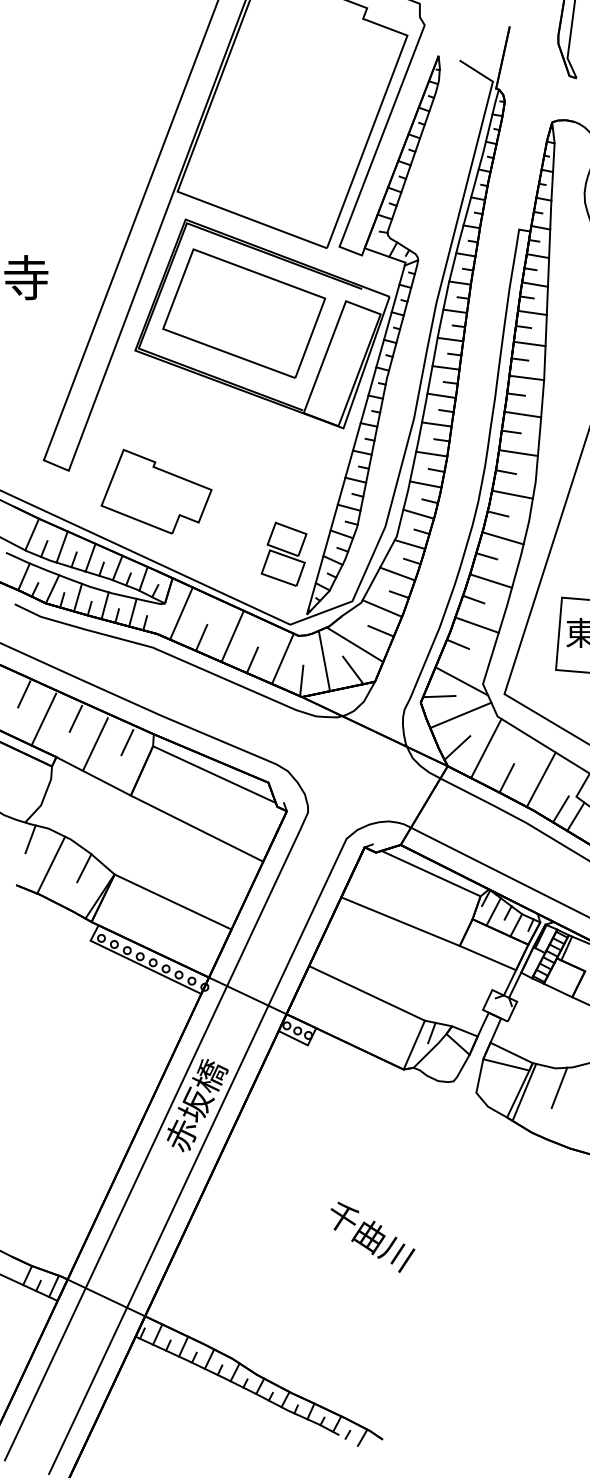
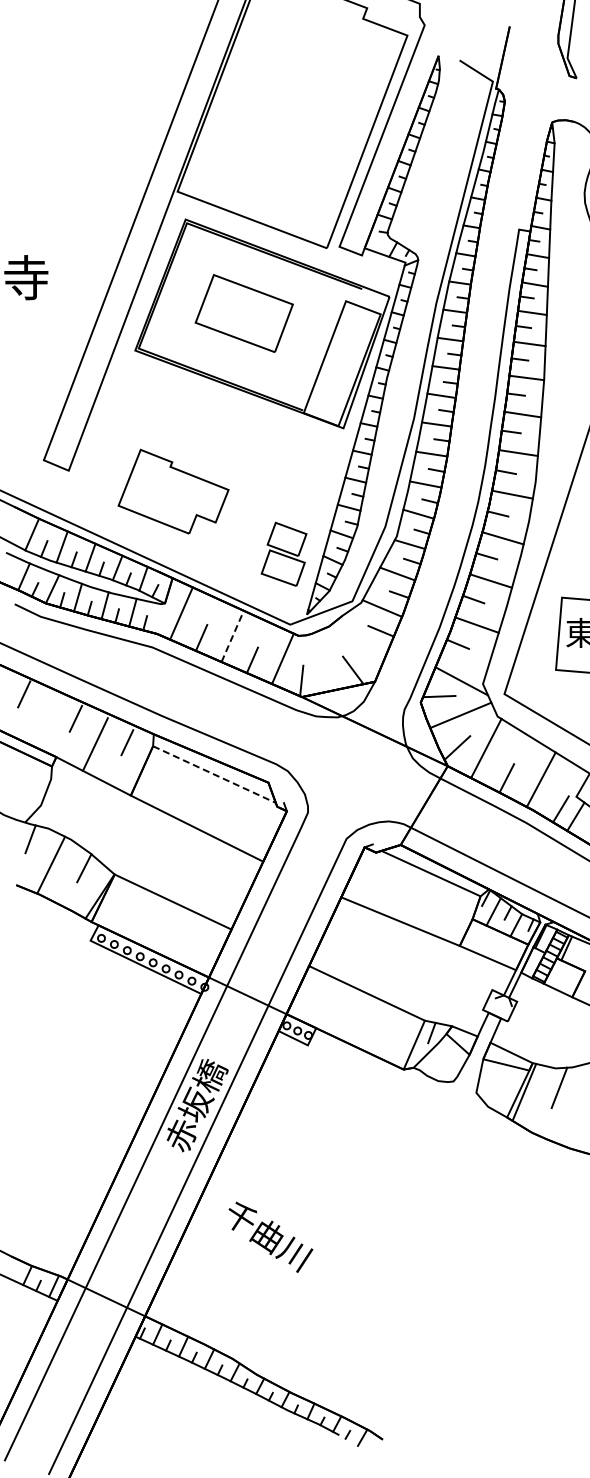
part at (244, 313) size: 165x131 px -> 100x79 px
part at (156, 491) position: (156, 491) -> (173, 491)
line at (232, 636): solid -> dashed
line at (354, 644): present -> none
line at (324, 660): present -> none
line at (43, 719): present -> none
line at (222, 778): solid -> dashed
text at (372, 1236) position: (372, 1236) -> (270, 1236)
